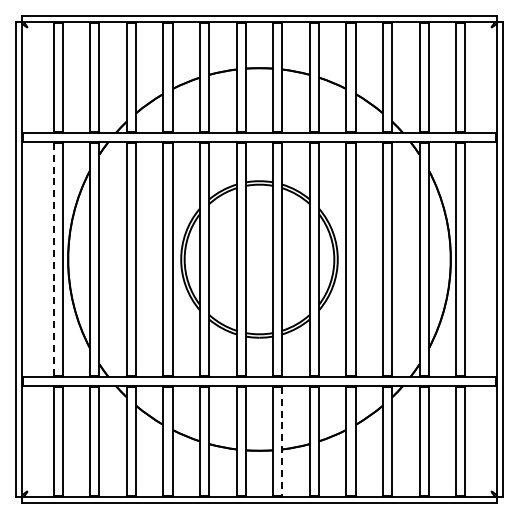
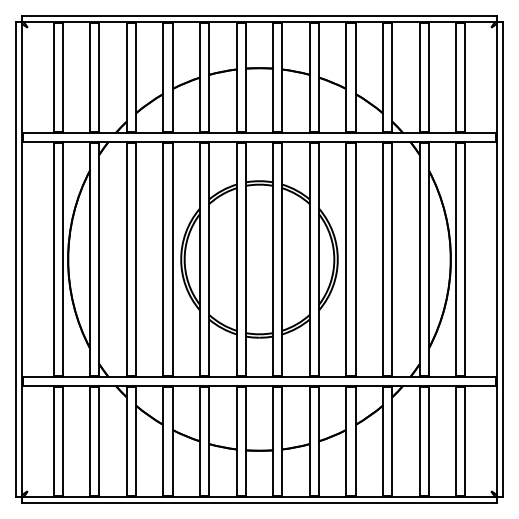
line at (53, 259): dashed -> solid
line at (282, 441): dashed -> solid
